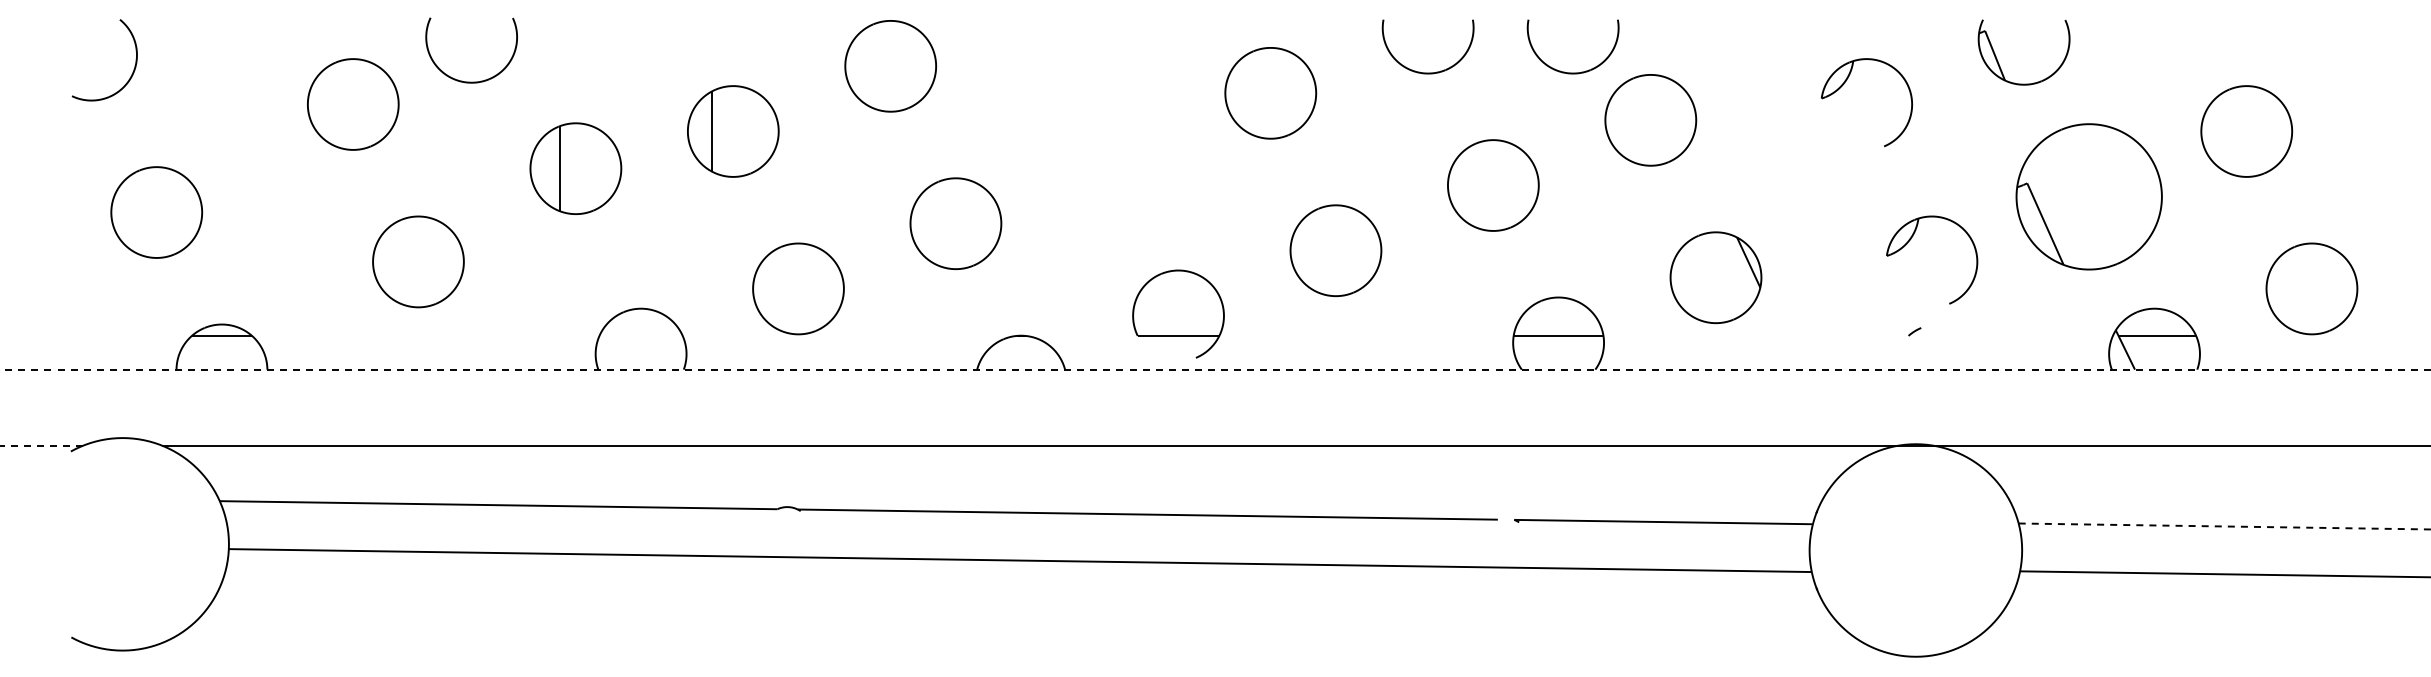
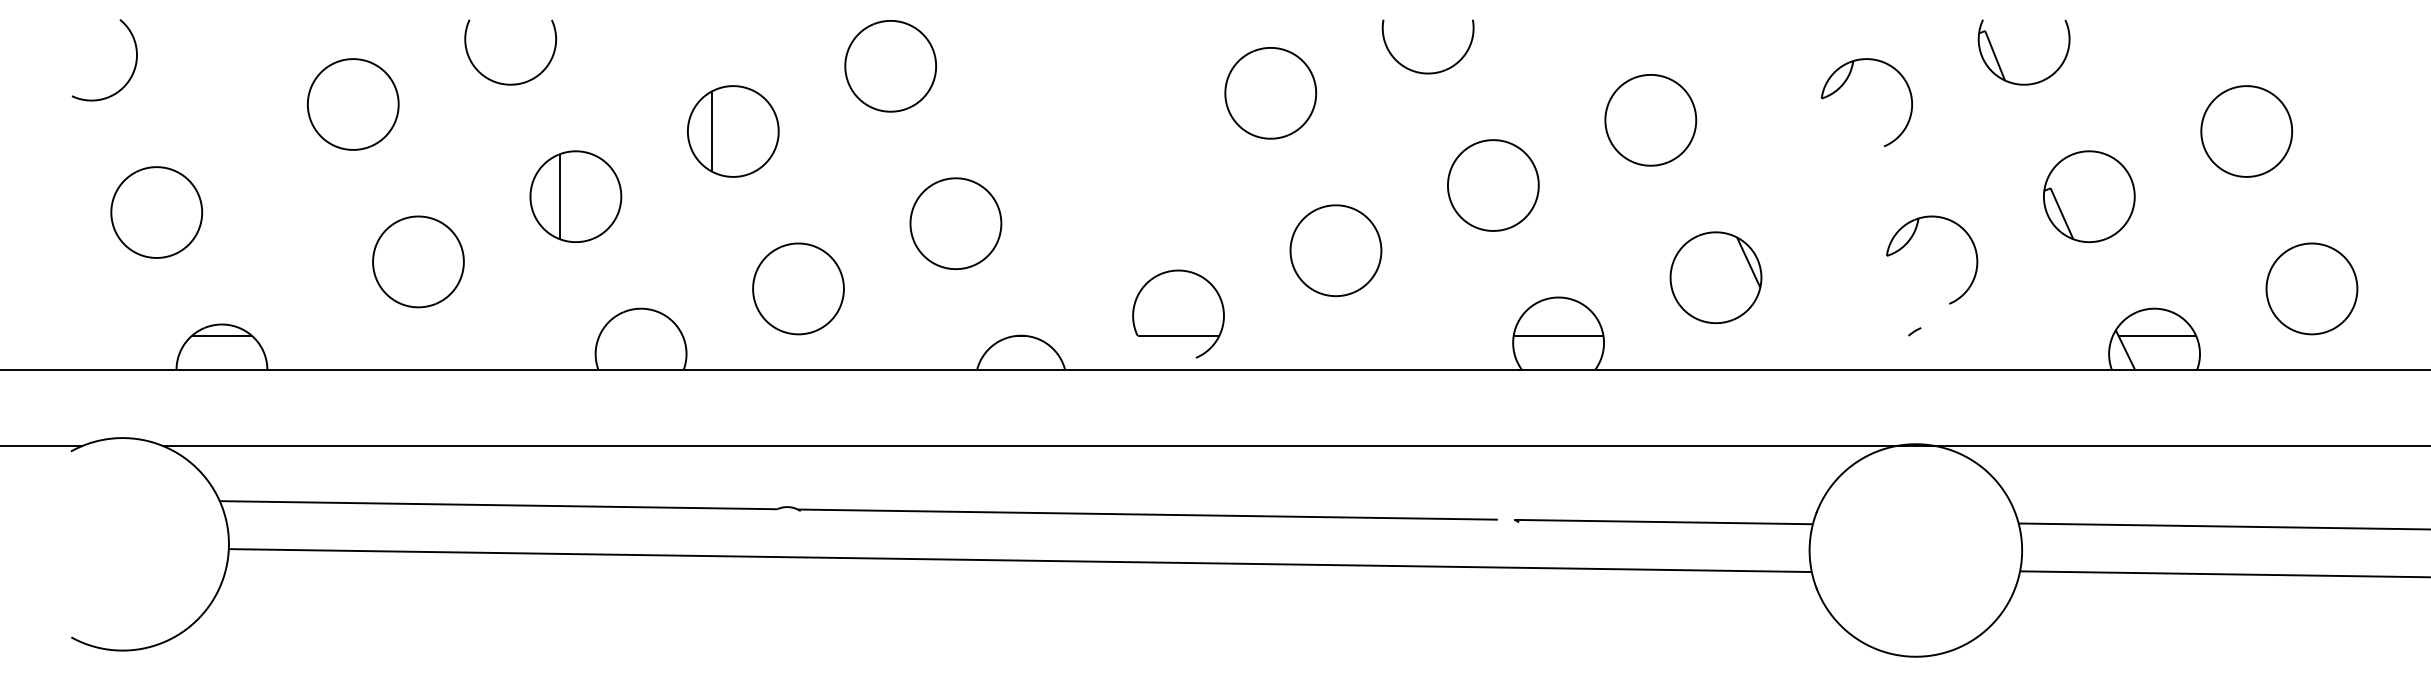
part at (1572, 72): present -> none
part at (471, 81) position: (471, 81) -> (510, 83)
part at (575, 168) position: (575, 168) -> (575, 196)
part at (2088, 196) size: 148x148 px -> 93x93 px
line at (1215, 369): dashed -> solid
line at (41, 445): dashed -> solid
line at (2224, 526): dashed -> solid
